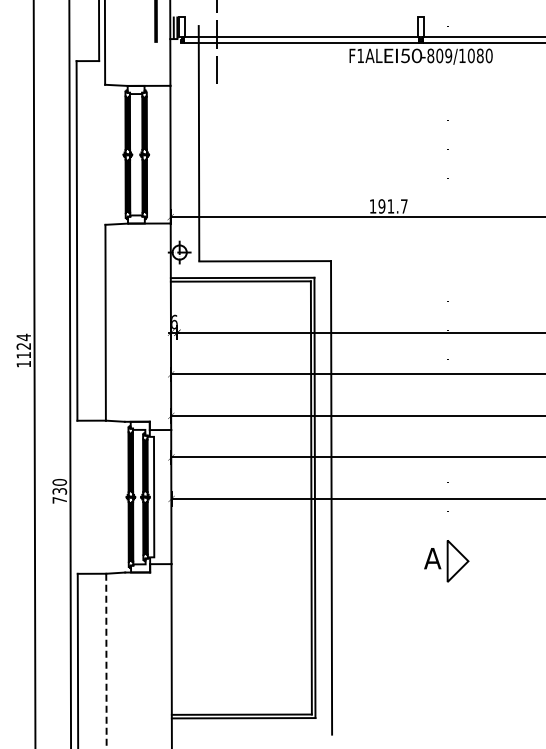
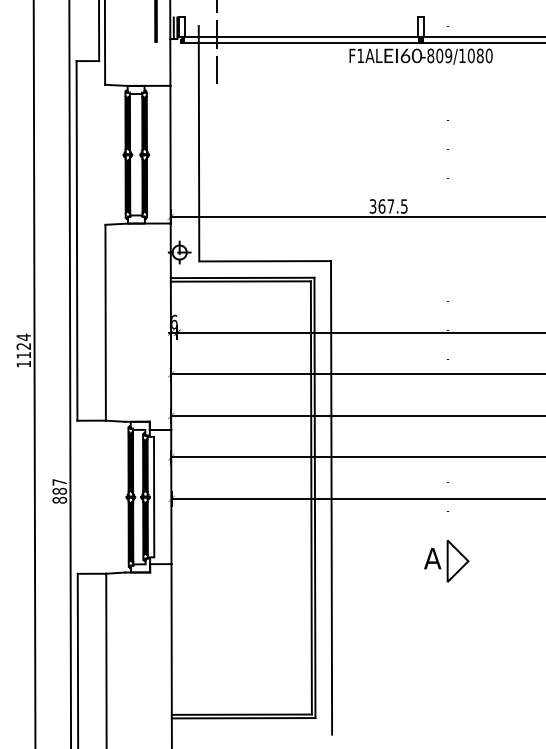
text at (405, 55): EI50 -> EI60
text at (388, 206): 191.7 -> 367.5
text at (59, 491): 730 -> 887
line at (106, 661): dashed -> solid
